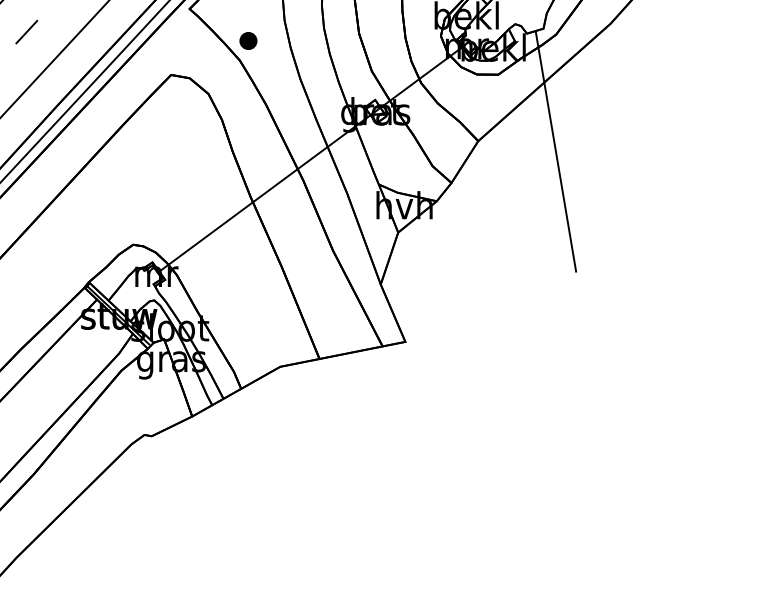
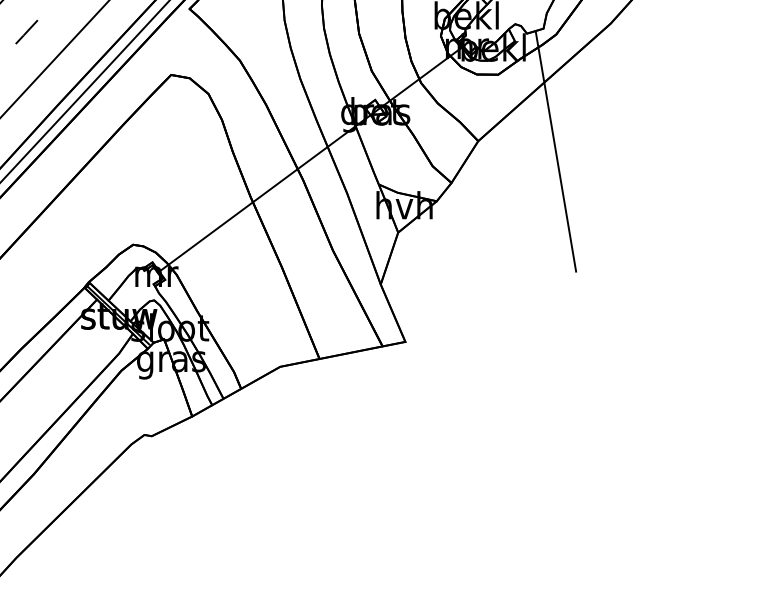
part at (248, 40): present -> none
